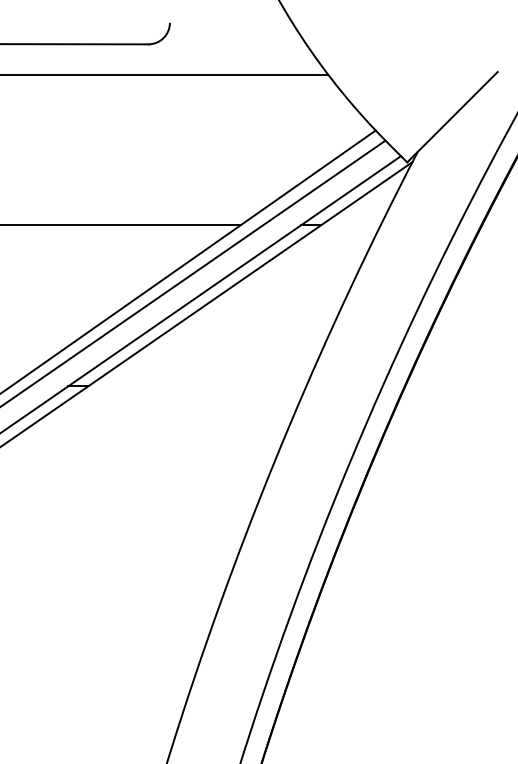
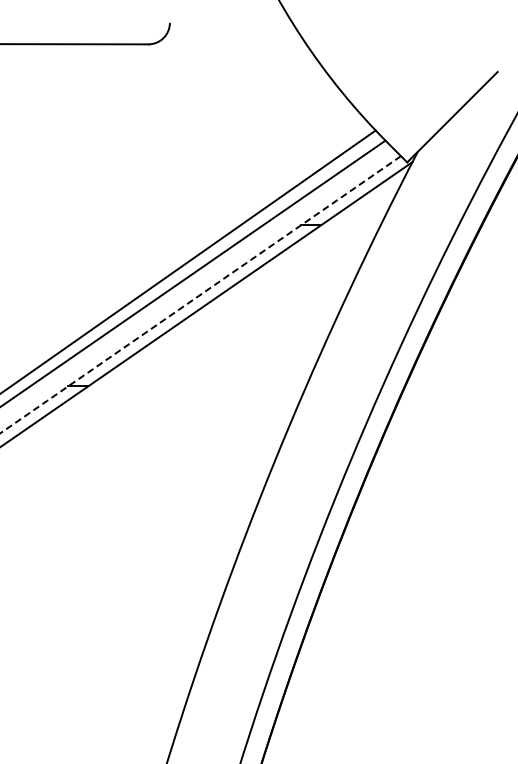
line at (165, 74): present -> none
line at (121, 225): present -> none
line at (200, 294): solid -> dashed
